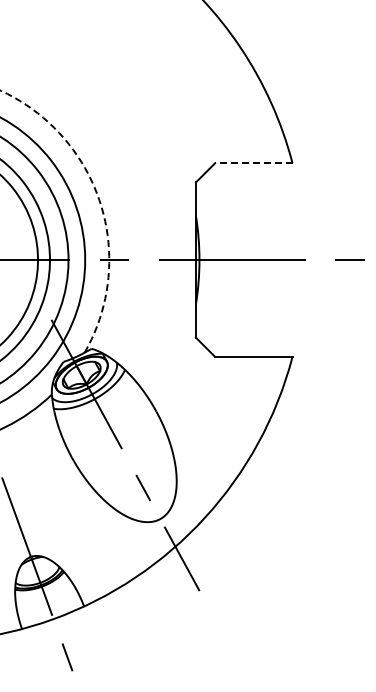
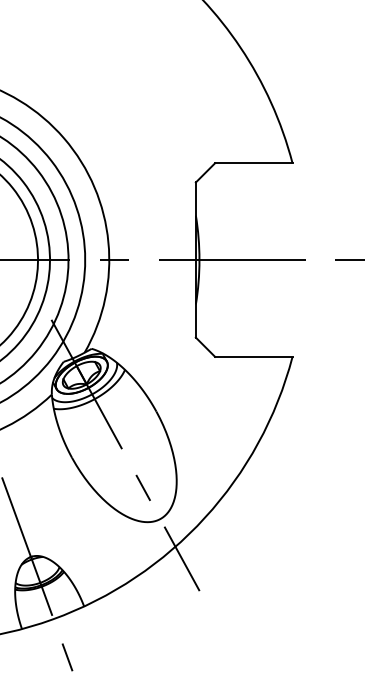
line at (253, 163): dashed -> solid
arc at (100, 203): dashed -> solid
